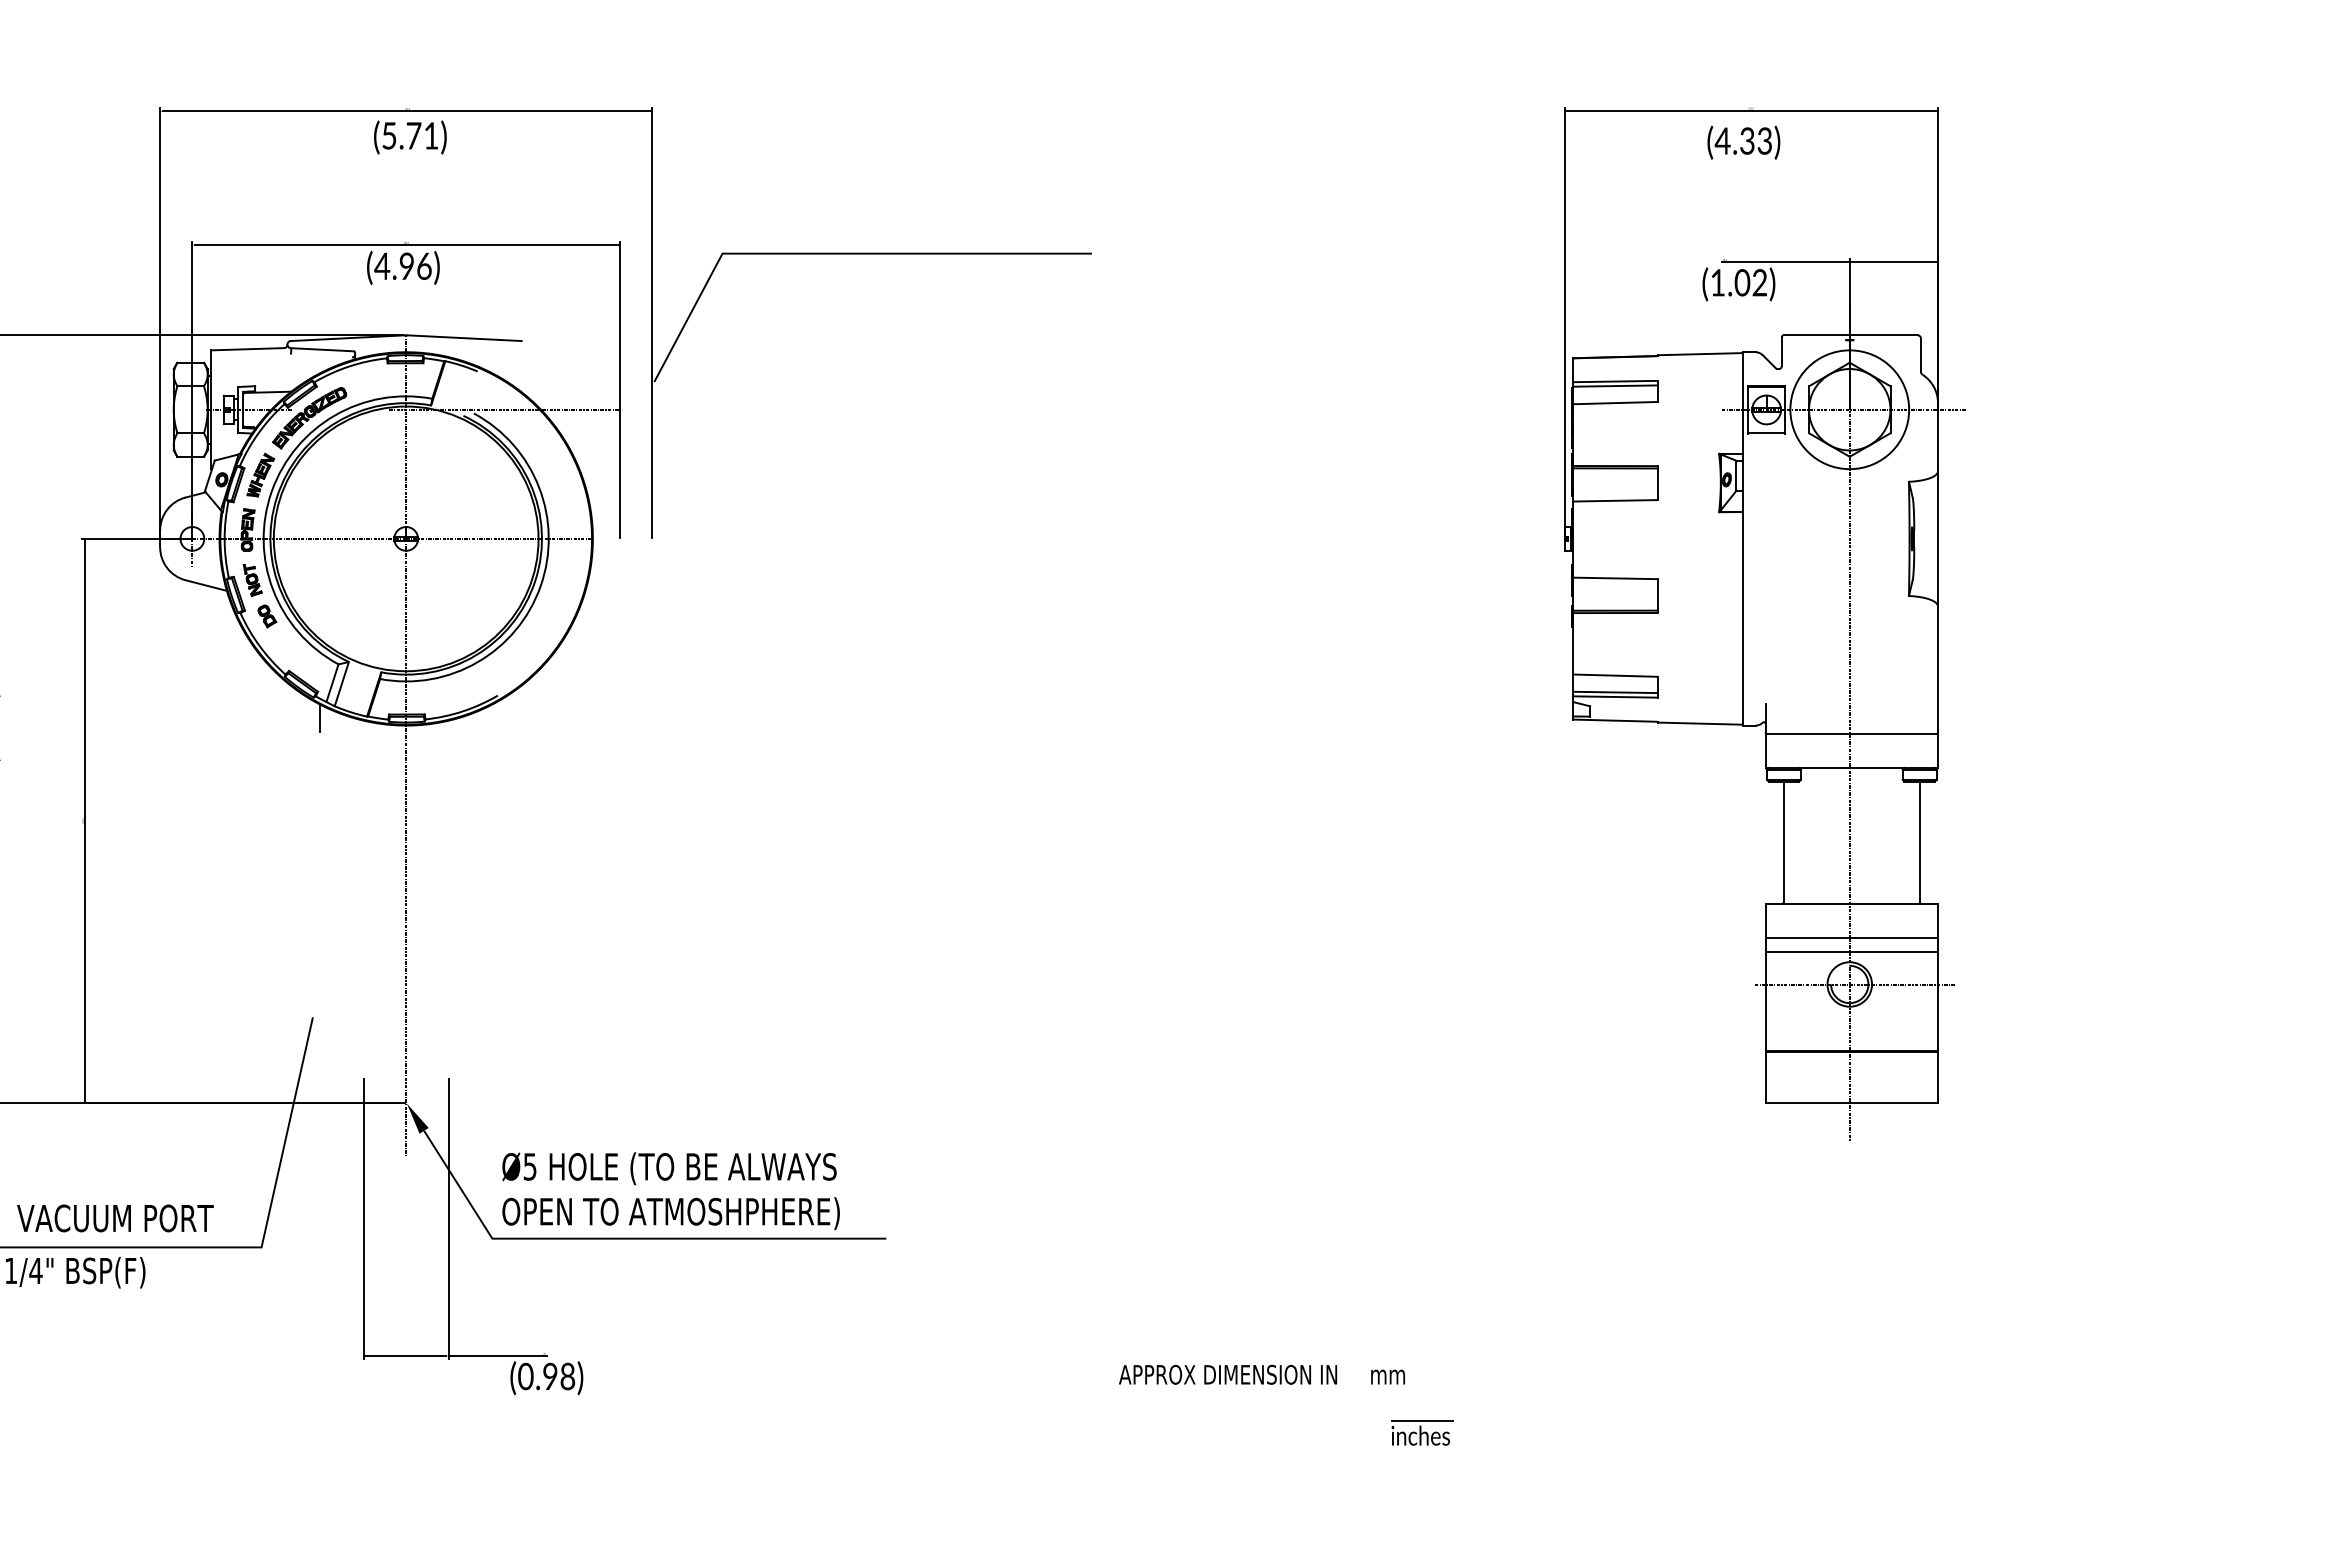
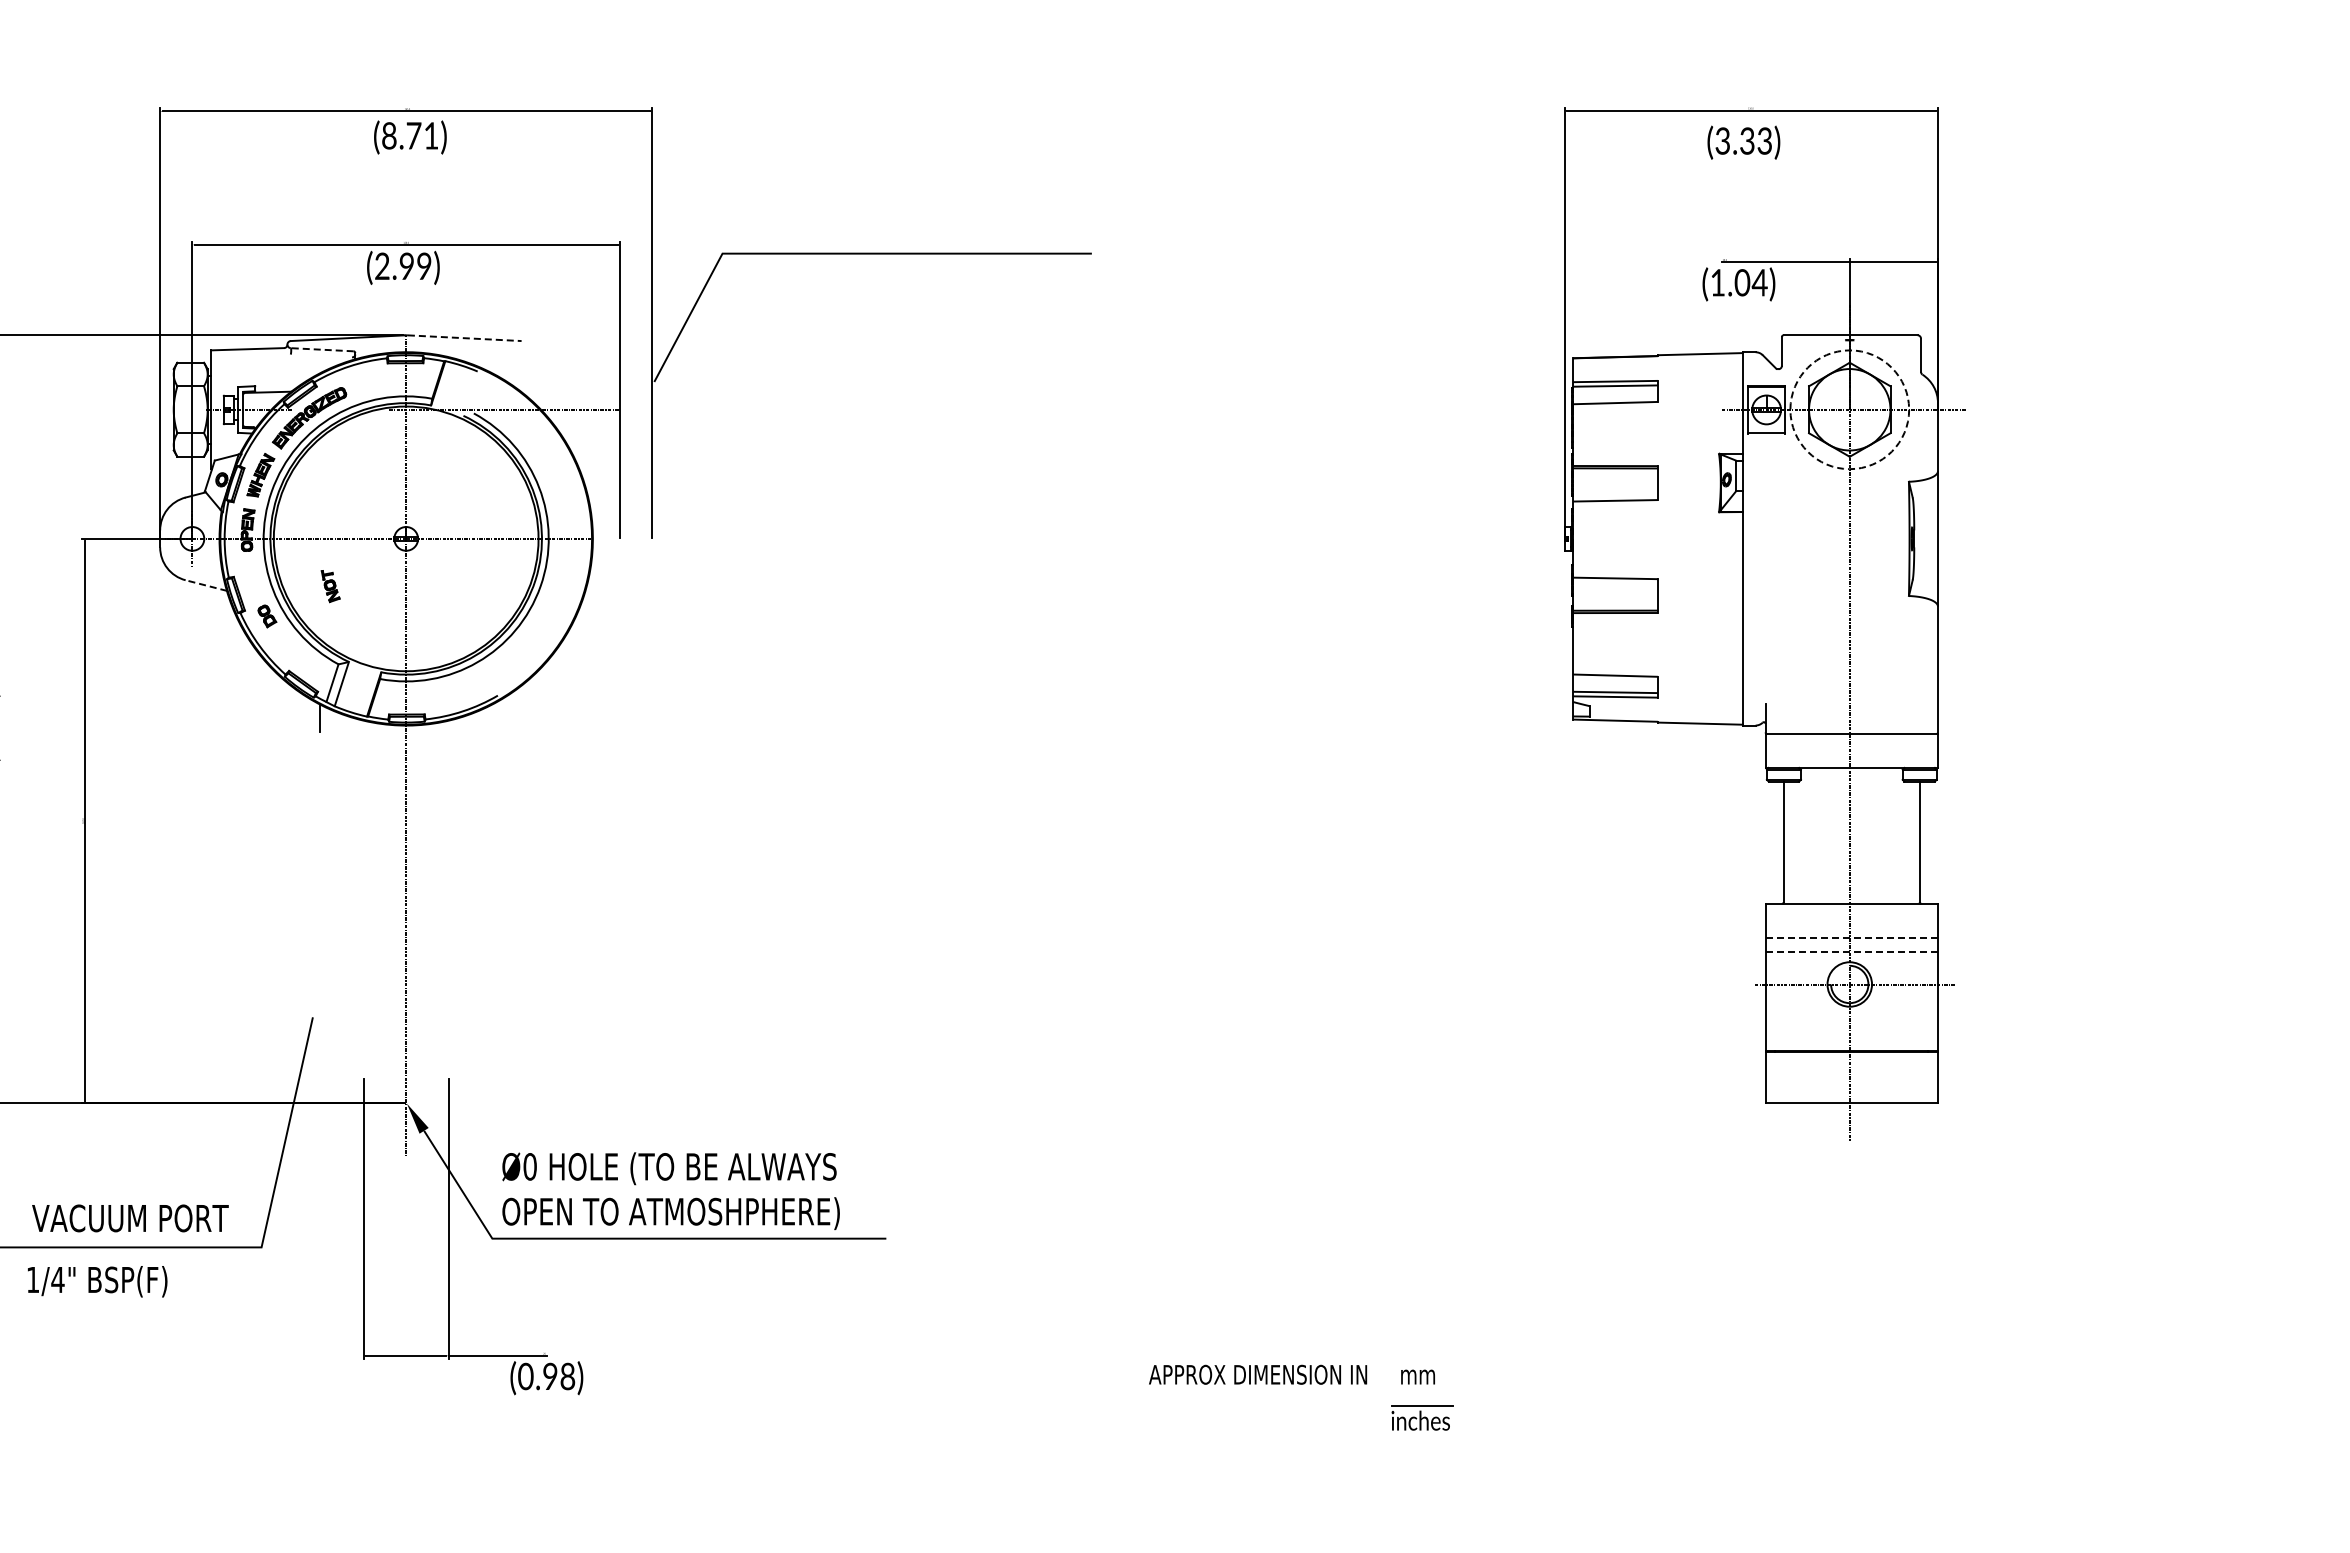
text at (389, 135): (5.71) -> (8.71)
text at (1722, 140): (4.33) -> (3.33)
text at (402, 265): (4.96) -> (2.99)
text at (1759, 282): (1.02) -> (1.04)
line at (464, 338): solid -> dashed
line at (321, 349): solid -> dashed
circle at (1849, 409): solid -> dashed
part at (252, 580) position: (252, 580) -> (330, 586)
line at (205, 585): solid -> dashed
line at (1851, 937): solid -> dashed
line at (1851, 952): solid -> dashed
text at (529, 1166): Ø5 -> Ø0
text at (115, 1218) position: (115, 1218) -> (130, 1218)
text at (75, 1272) position: (75, 1272) -> (97, 1281)
text at (1261, 1374) position: (1261, 1374) -> (1291, 1374)
part at (1422, 1432) position: (1422, 1432) -> (1422, 1417)
